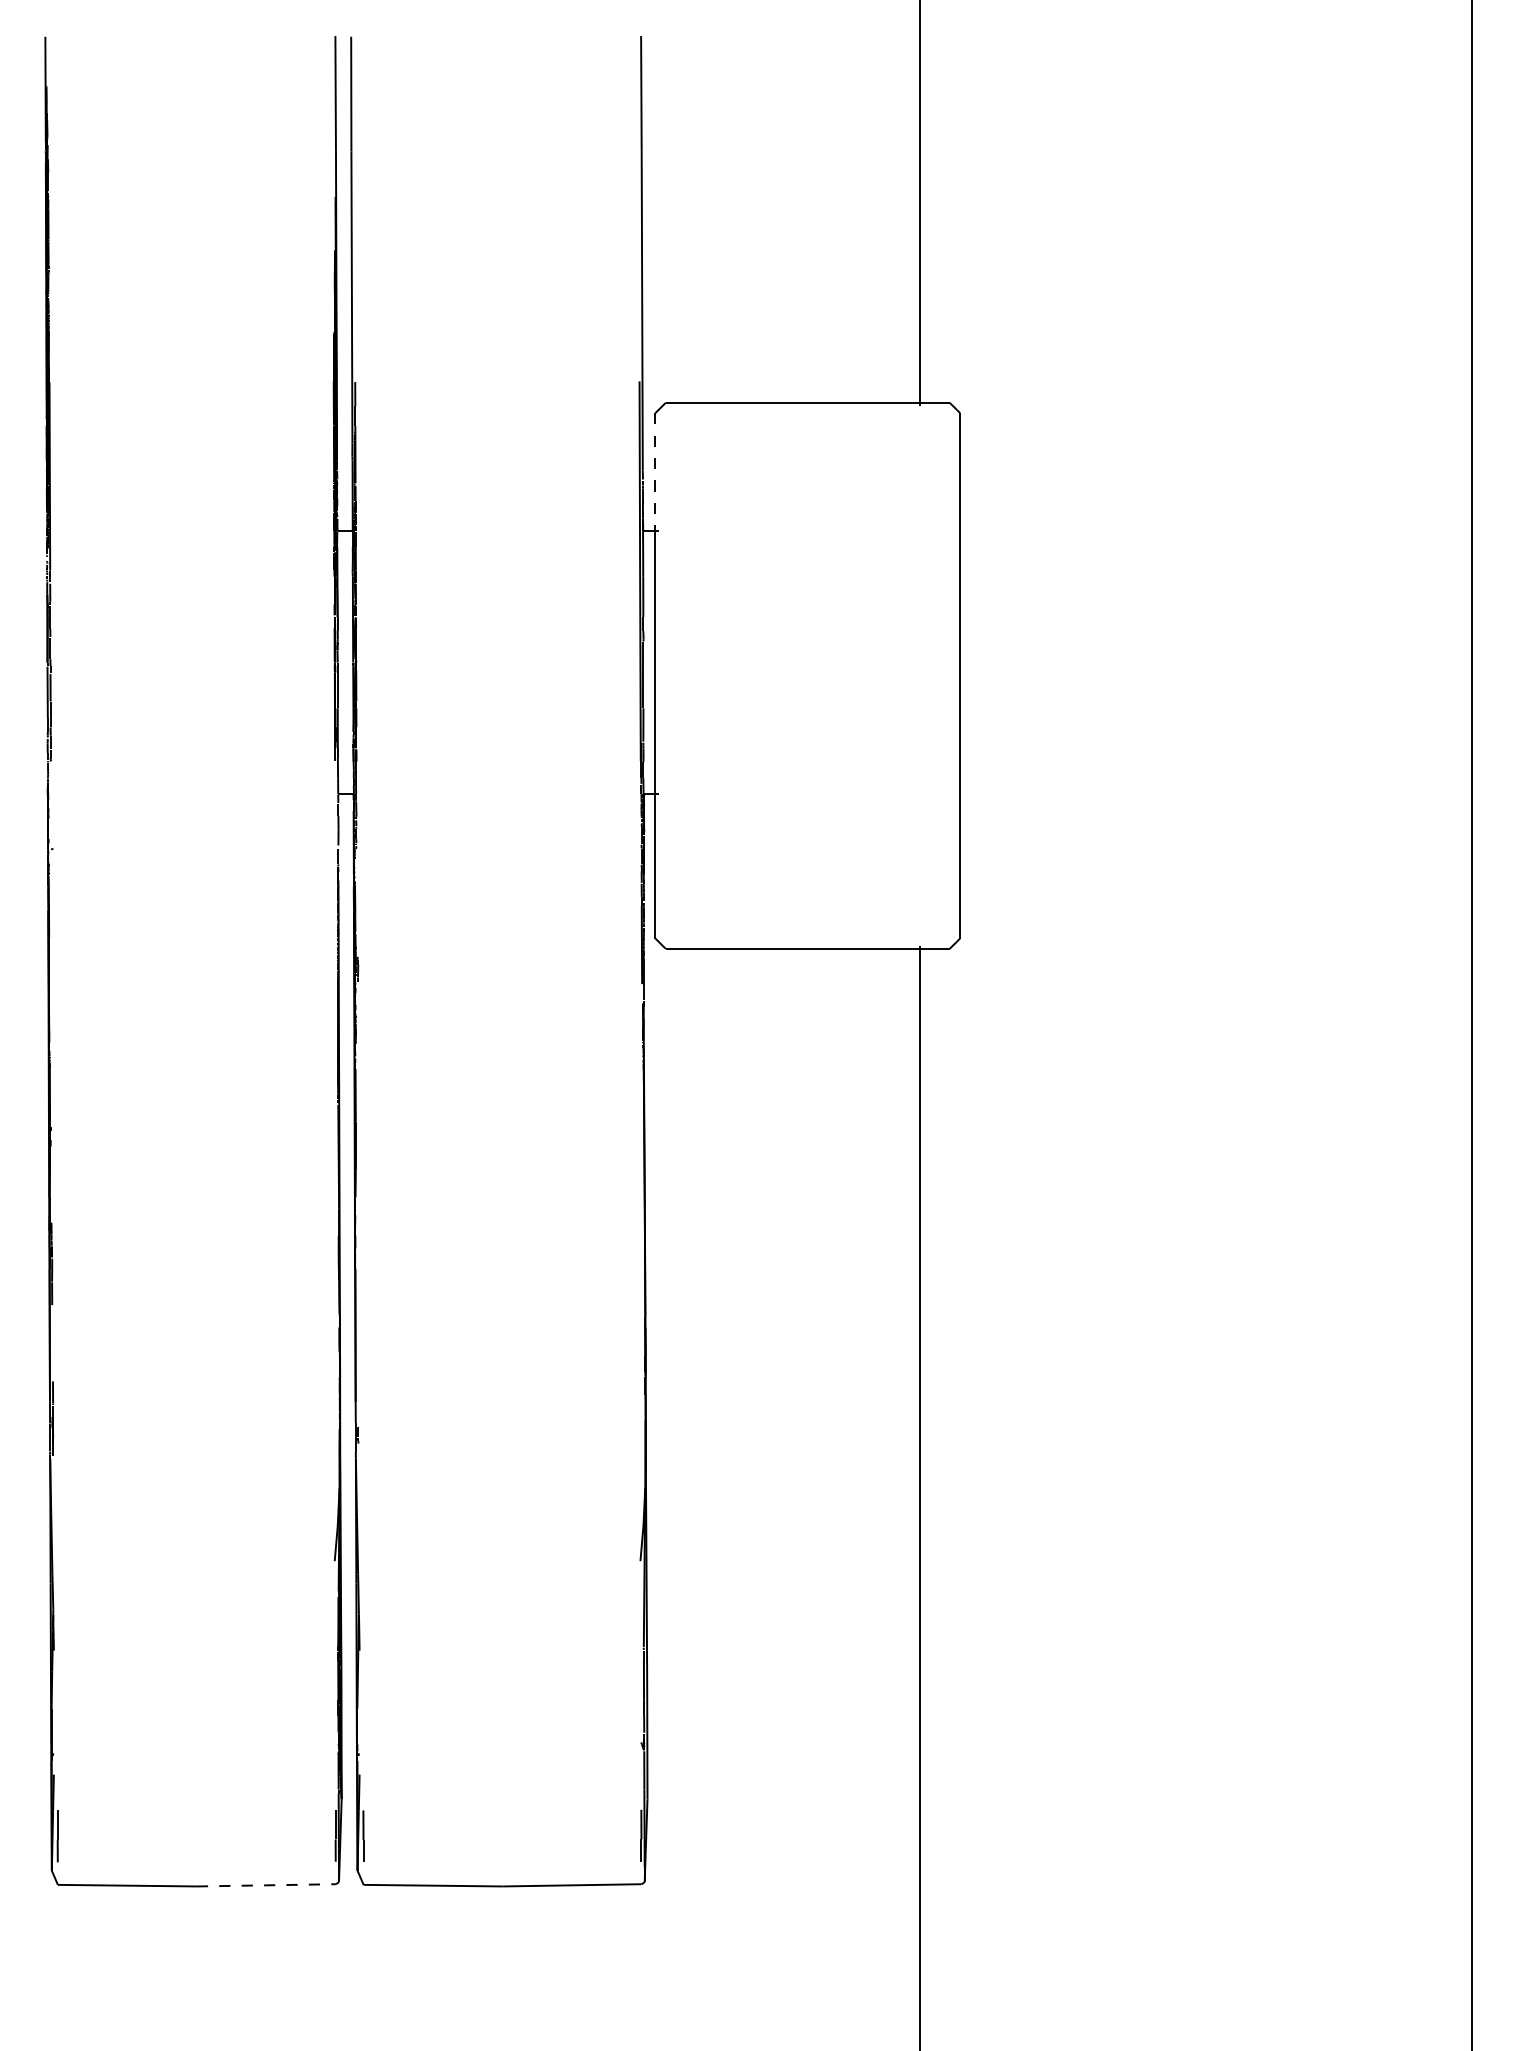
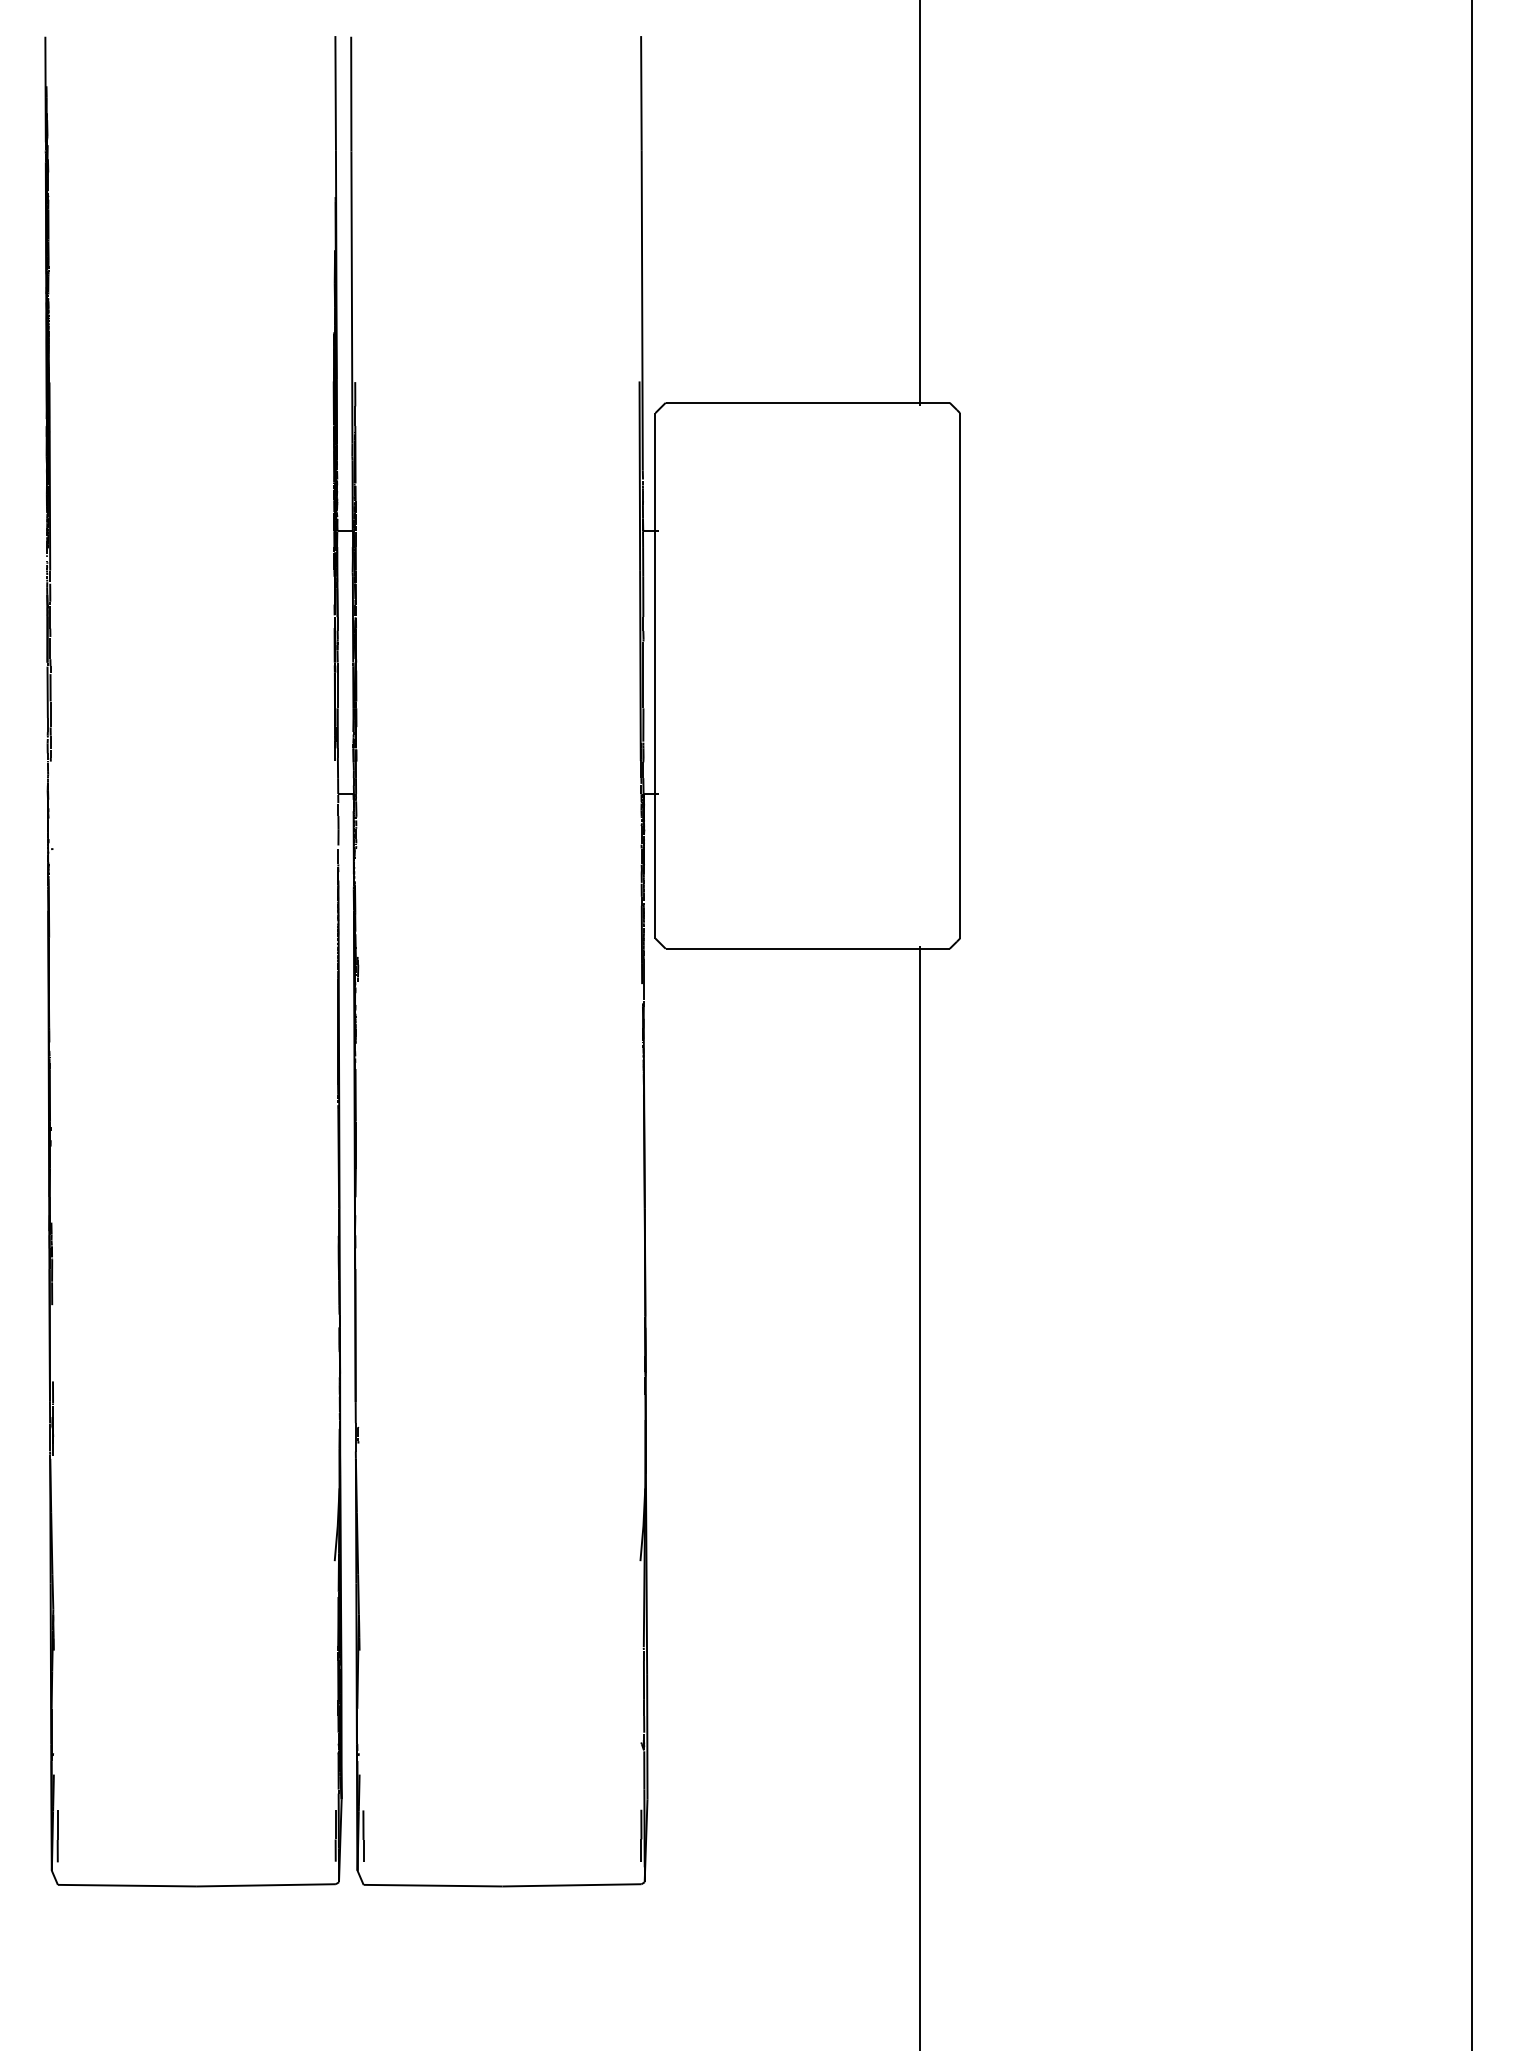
line at (655, 472): dashed -> solid
line at (266, 1885): dashed -> solid
